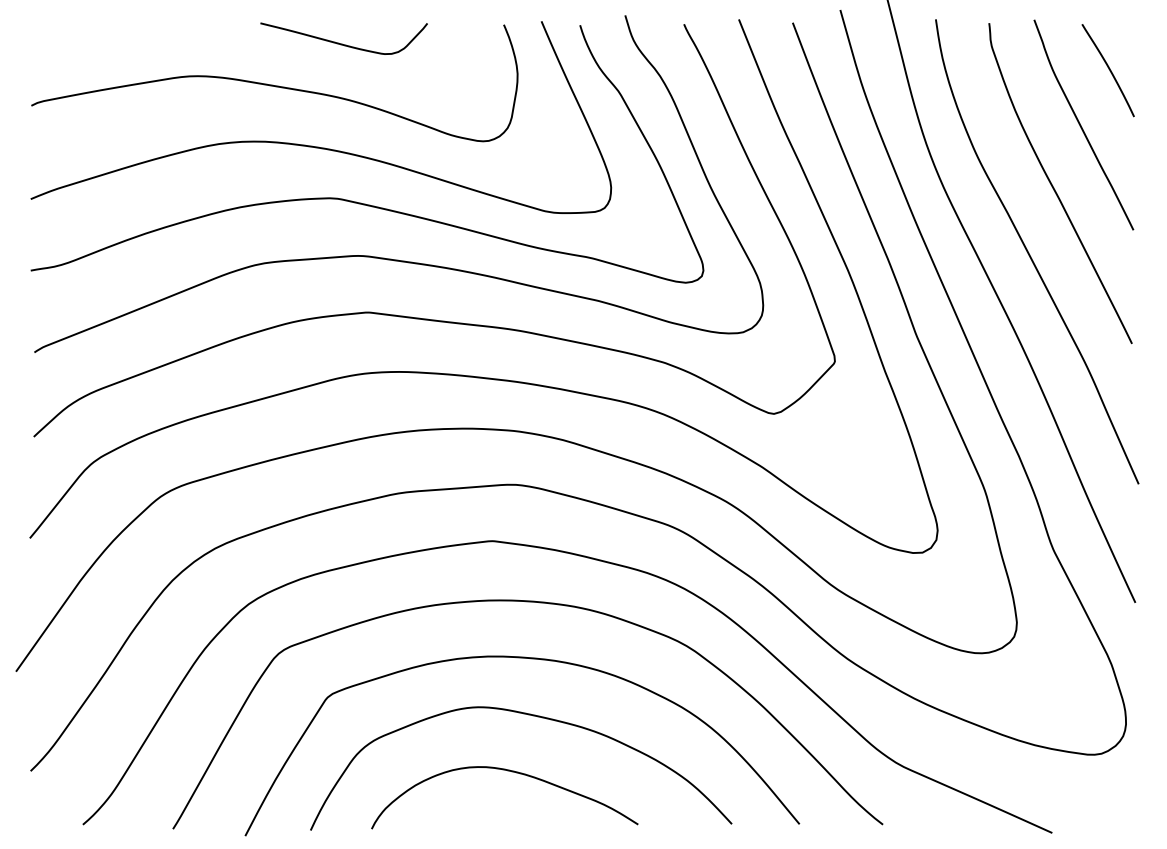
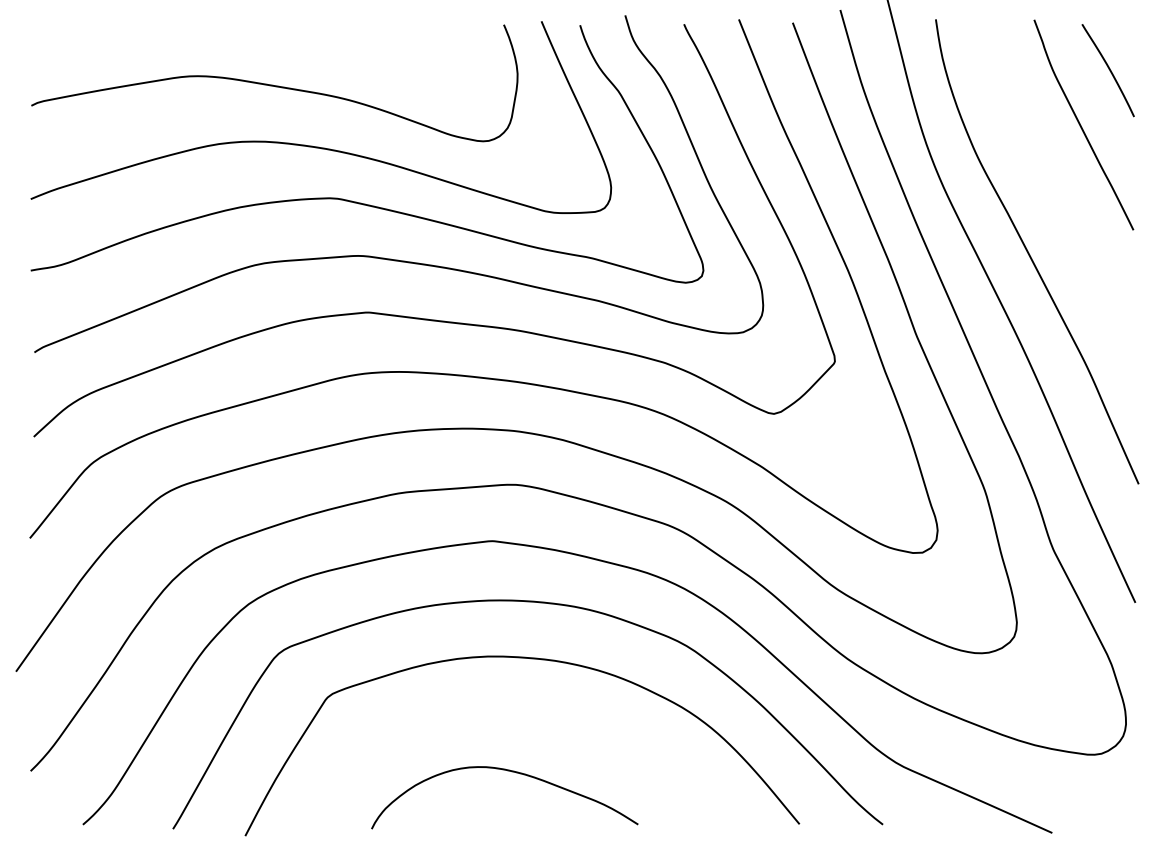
curve at (342, 43): present -> none
curve at (1054, 187): present -> none
curve at (533, 716): present -> none
